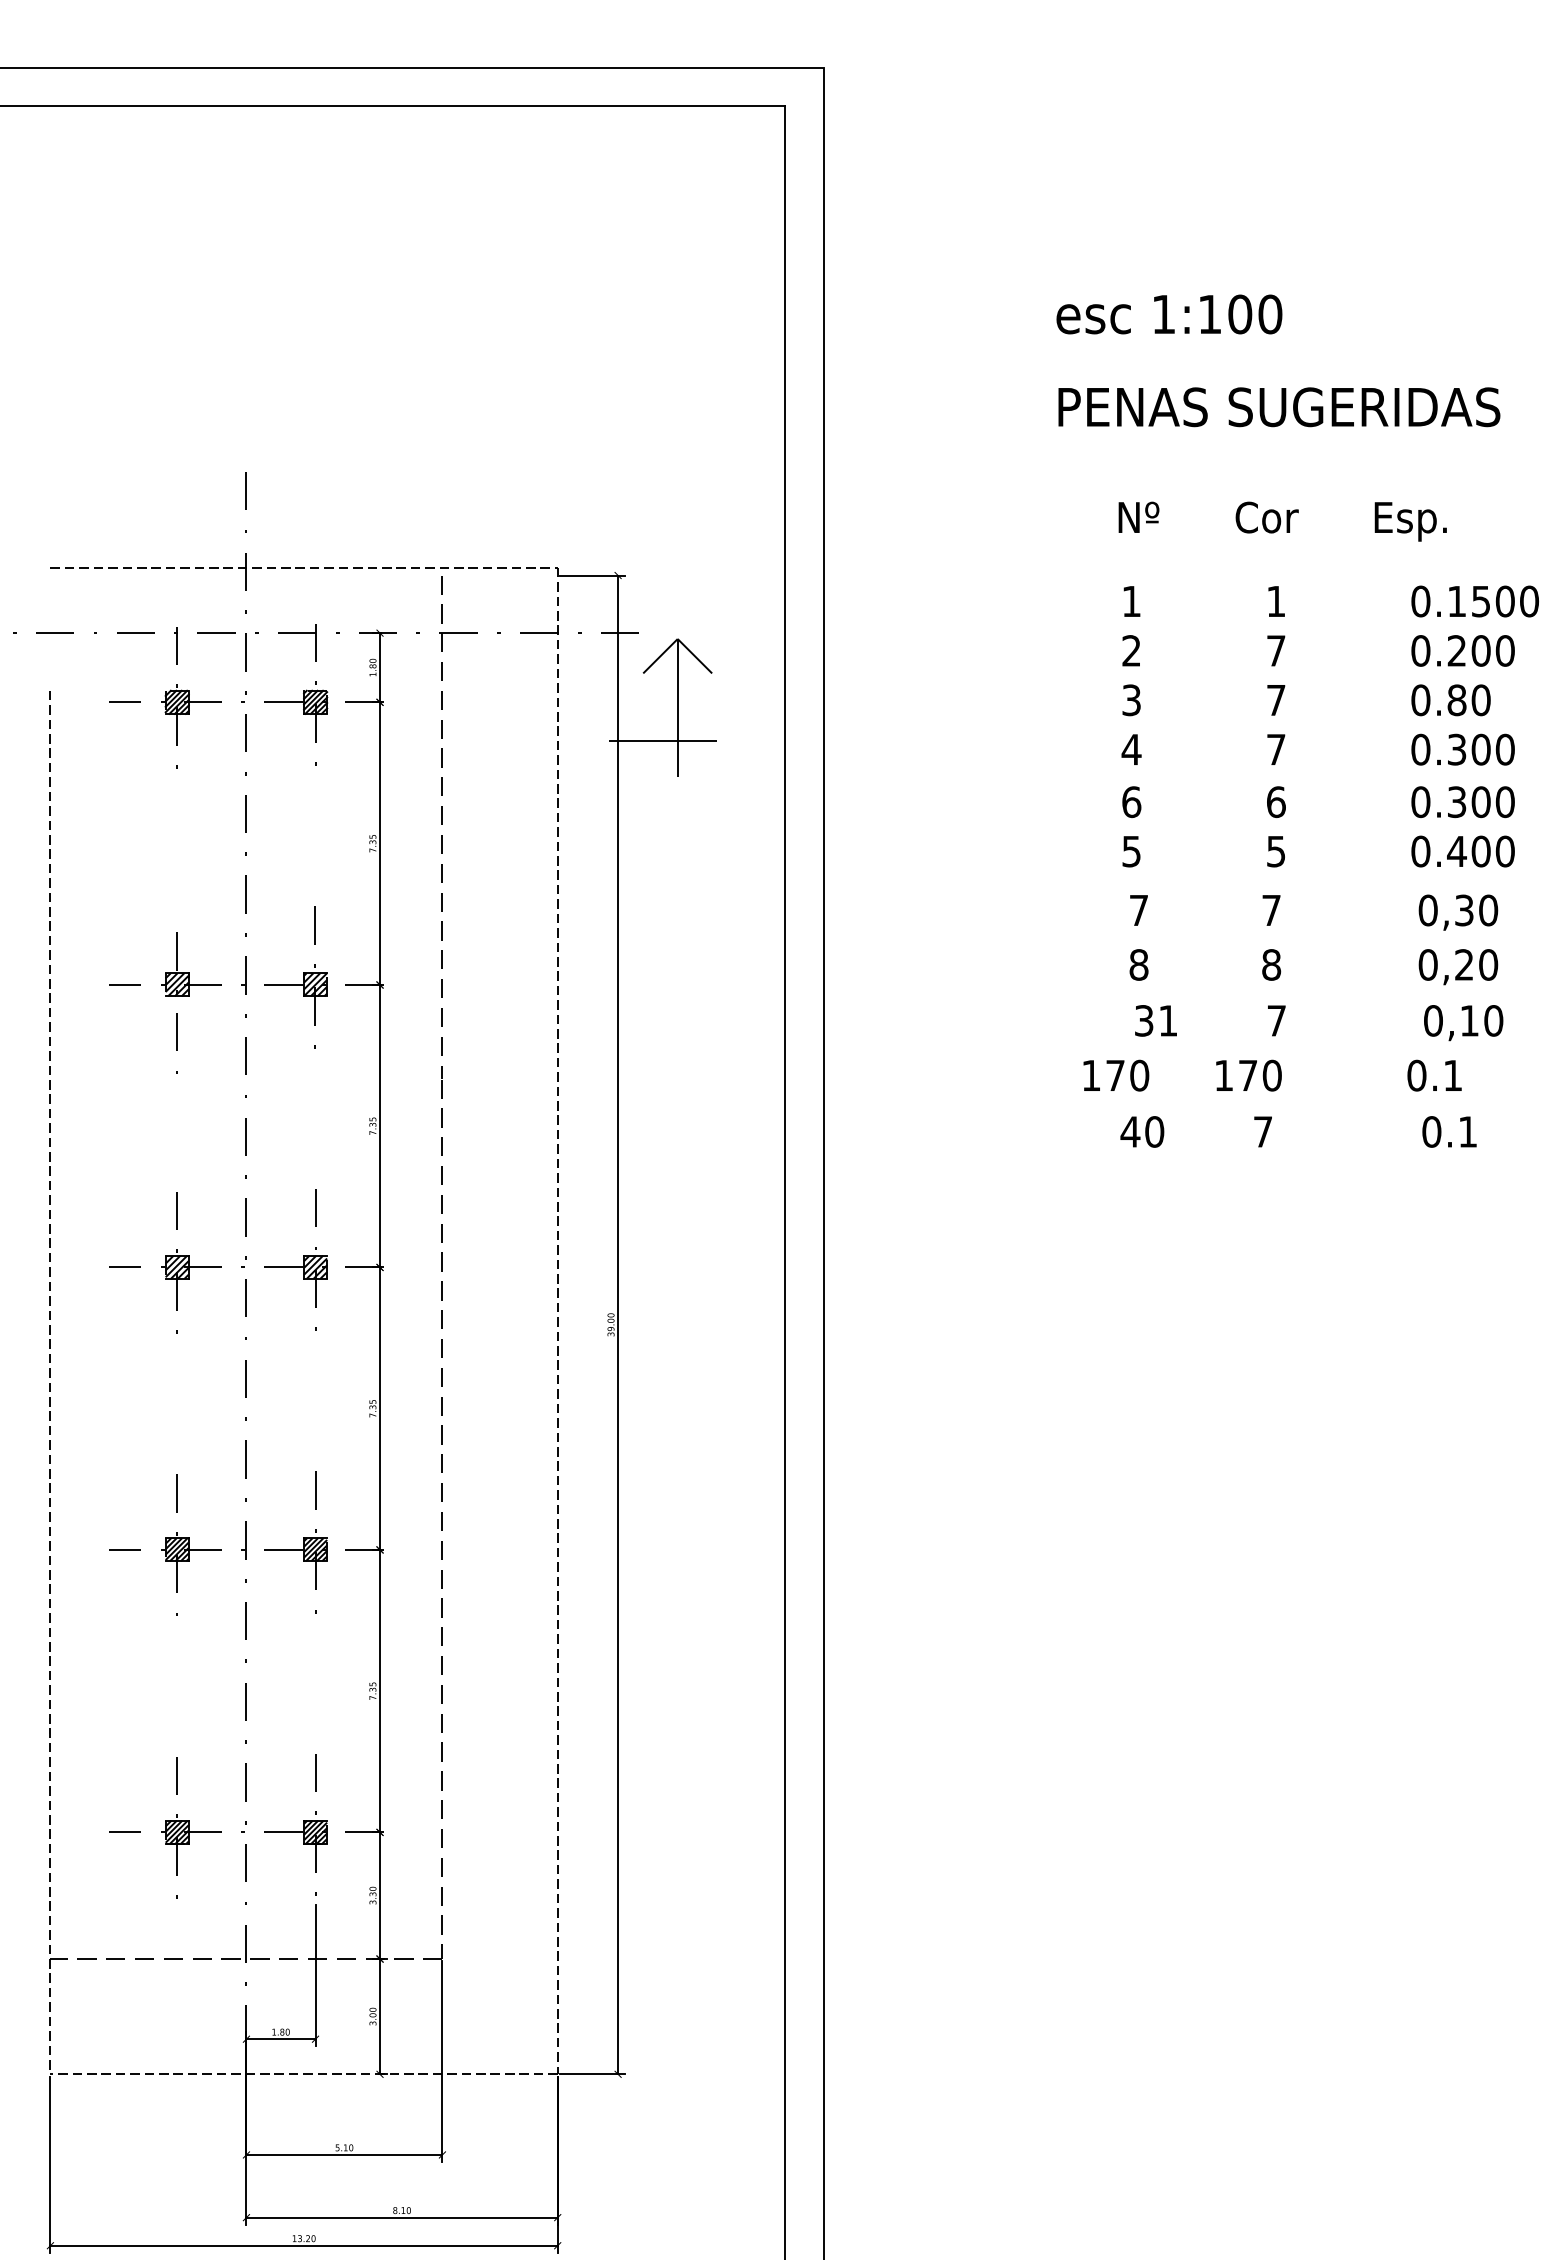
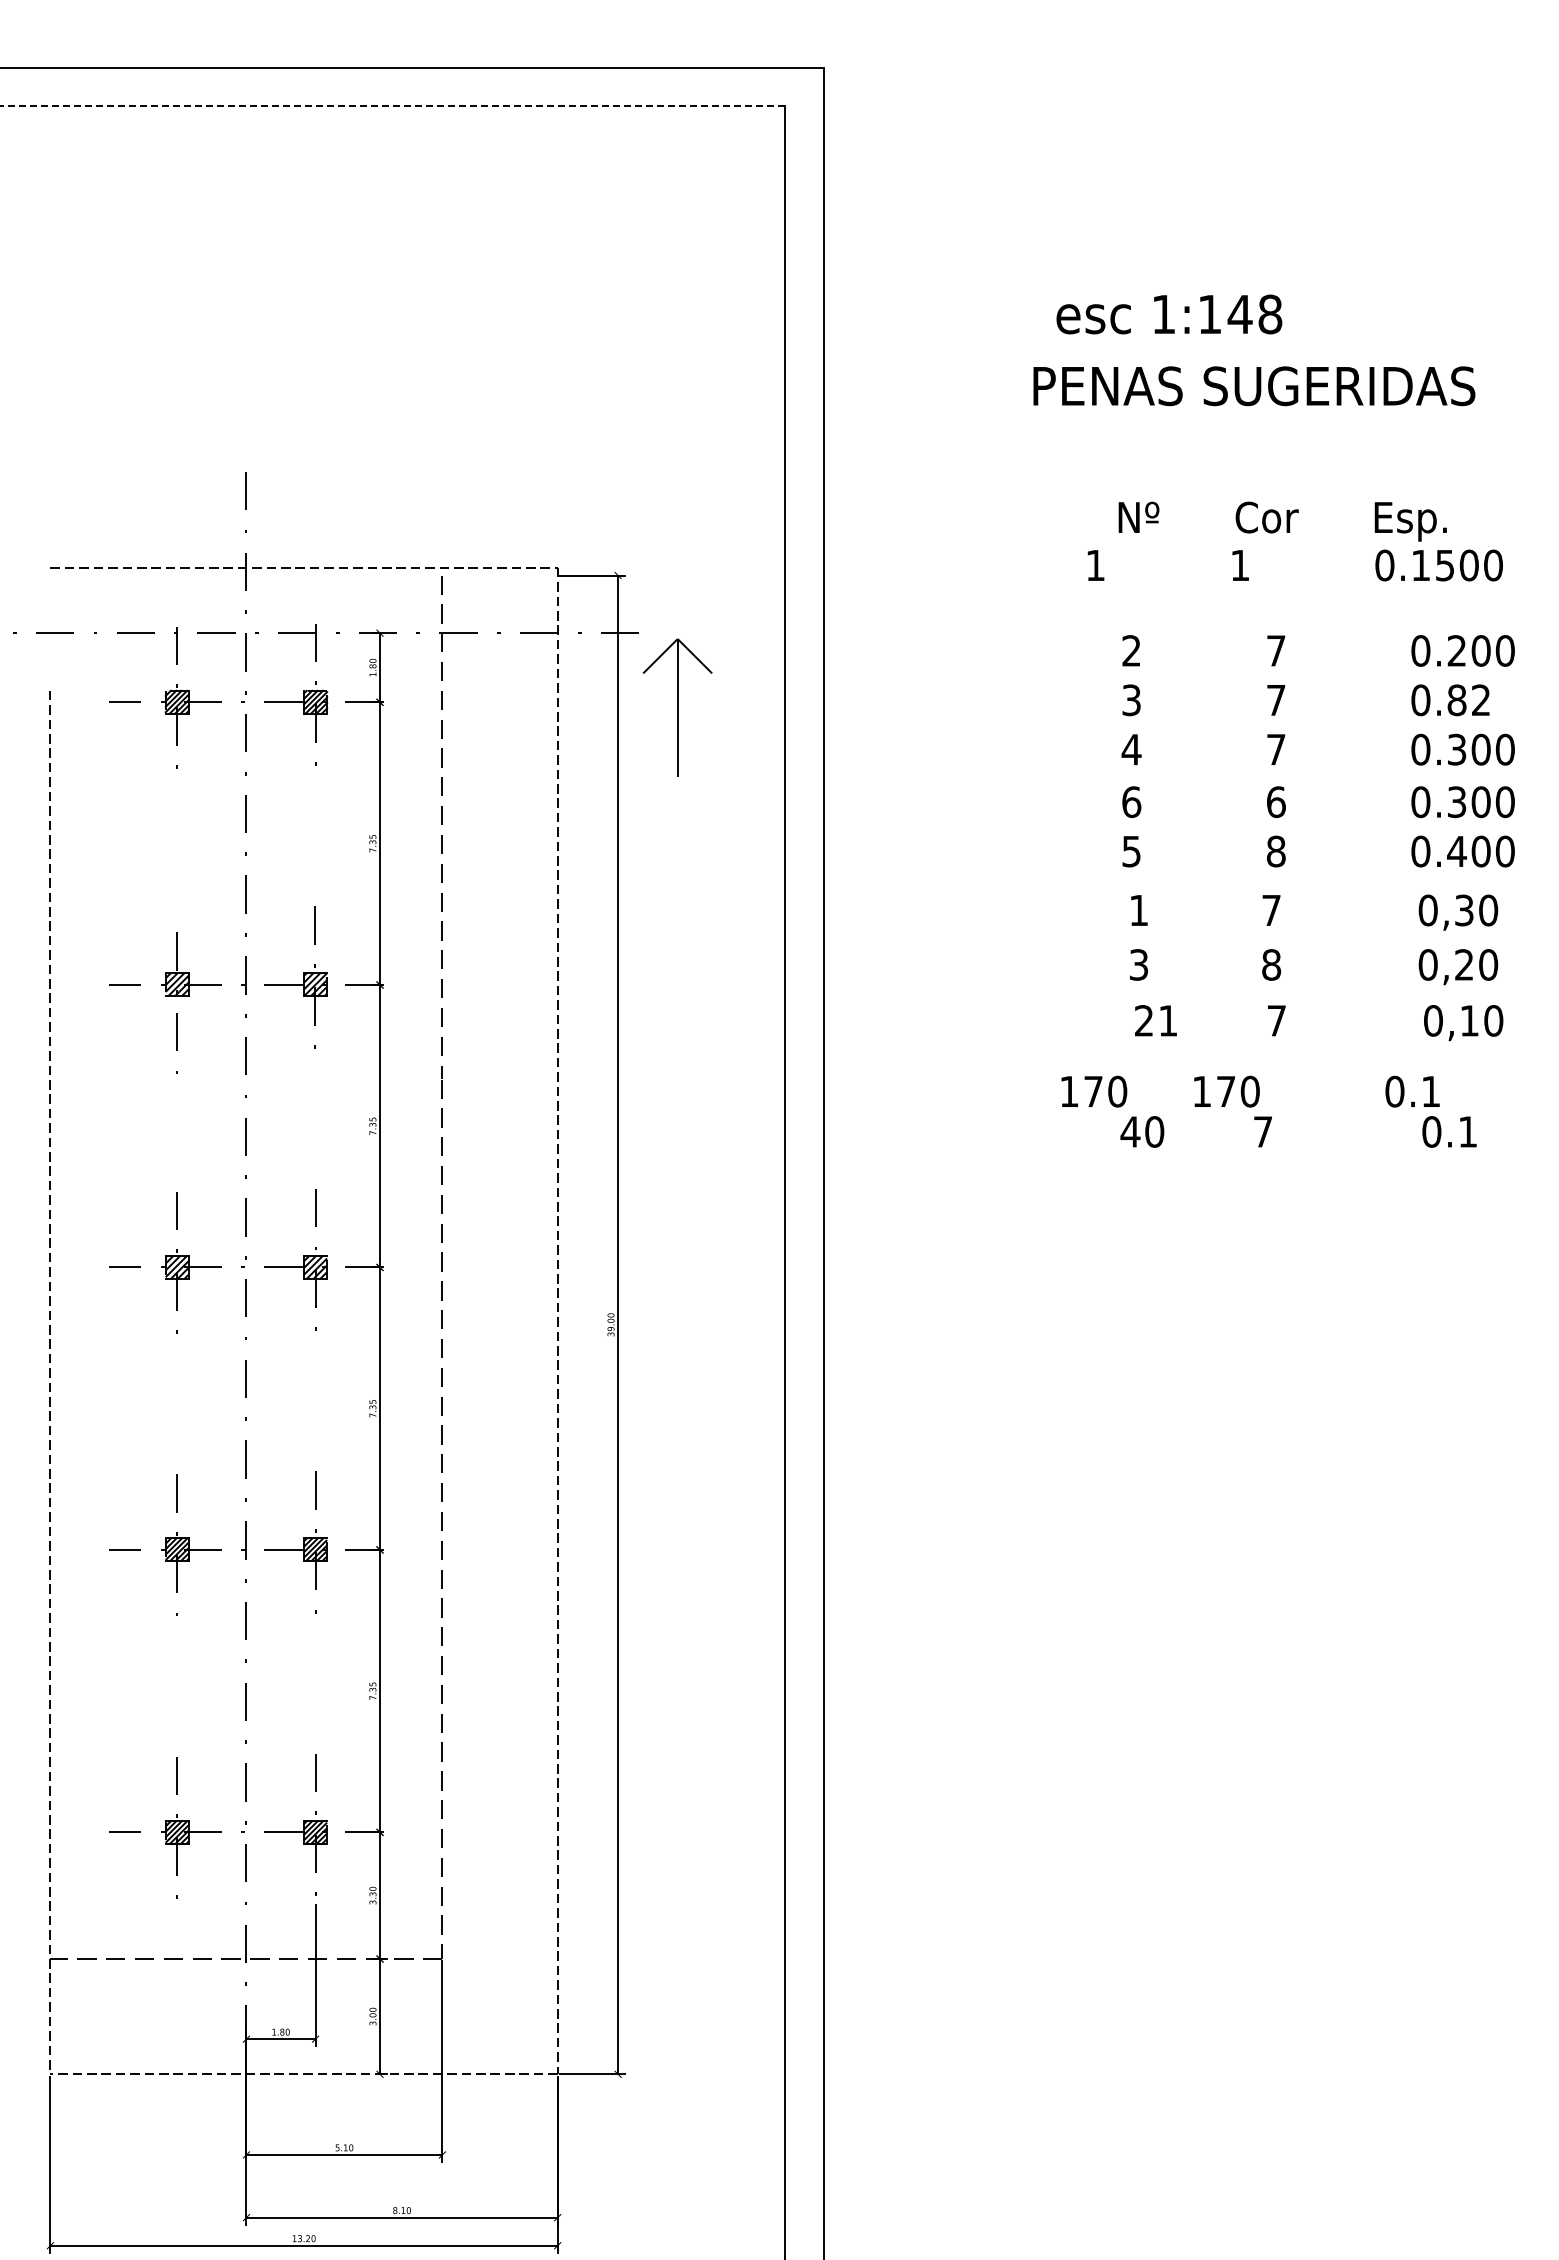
line at (392, 106): solid -> dashed
text at (1254, 314): 1:100 -> 1:148
text at (1279, 407) position: (1279, 407) -> (1254, 386)
text at (1330, 601) position: (1330, 601) -> (1294, 565)
text at (1480, 700): 0.80 -> 0.82
line at (663, 741): present -> none
text at (1275, 851): 5 -> 8
text at (1138, 910): 7 -> 1
text at (1138, 964): 8 -> 3
text at (1144, 1020): 31 -> 21
text at (1272, 1075) position: (1272, 1075) -> (1250, 1091)
